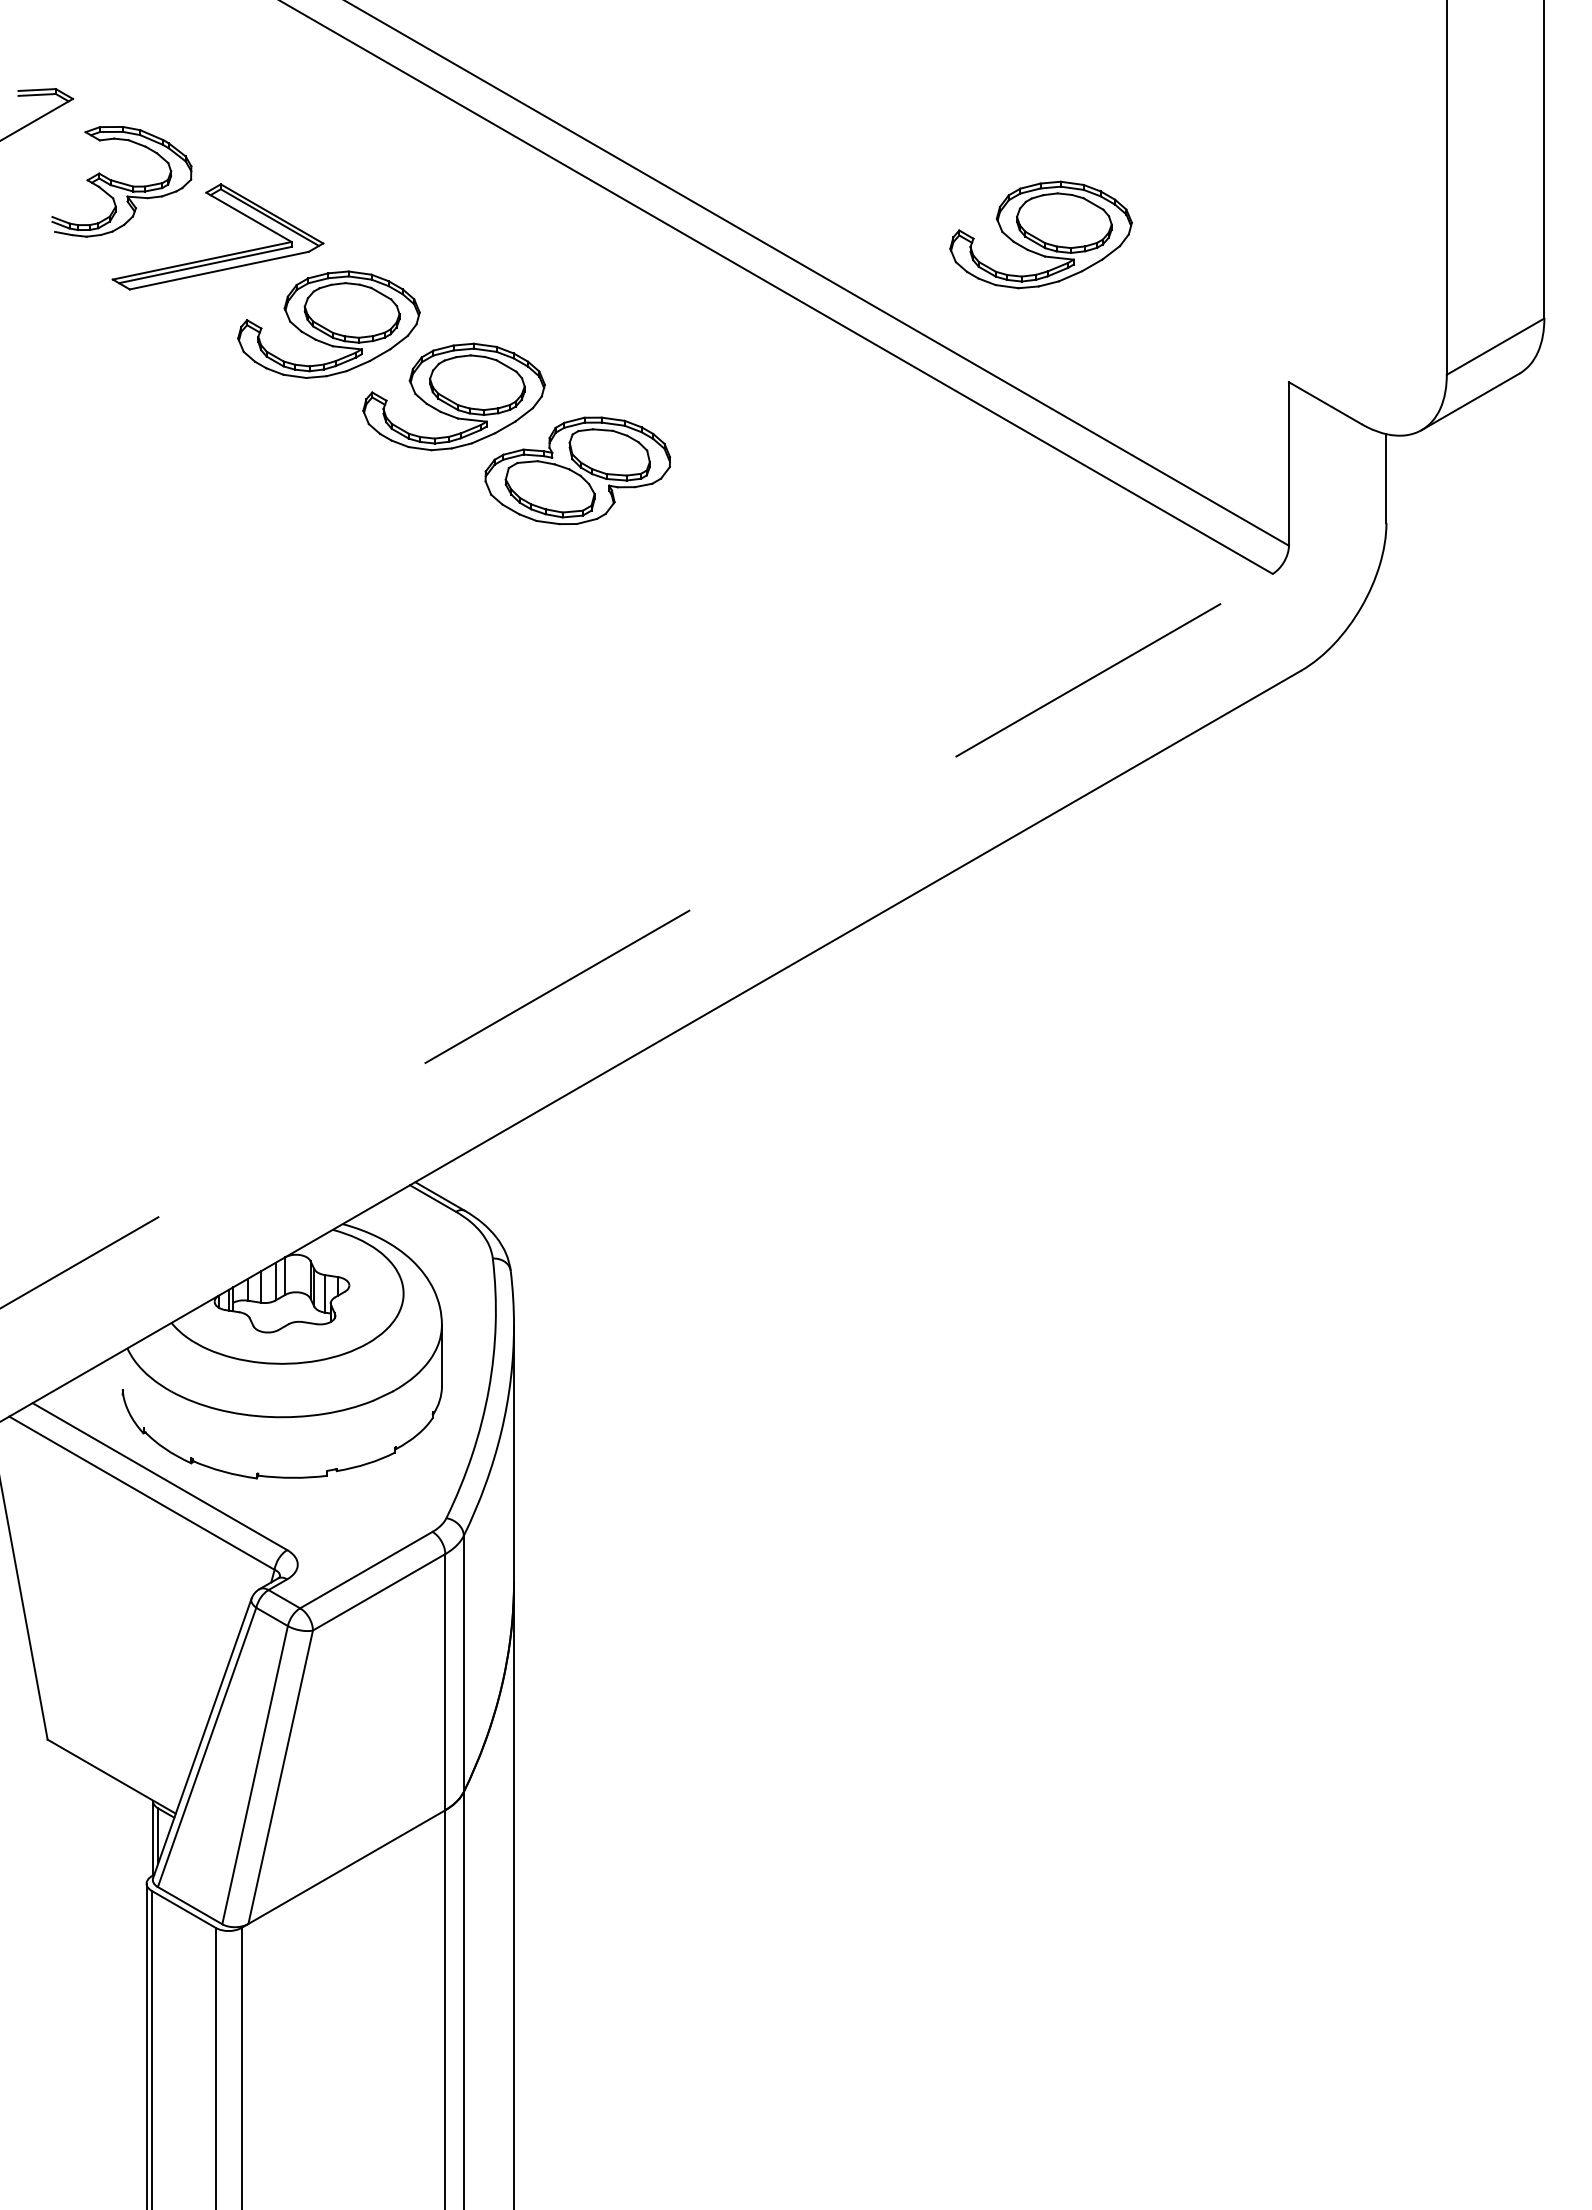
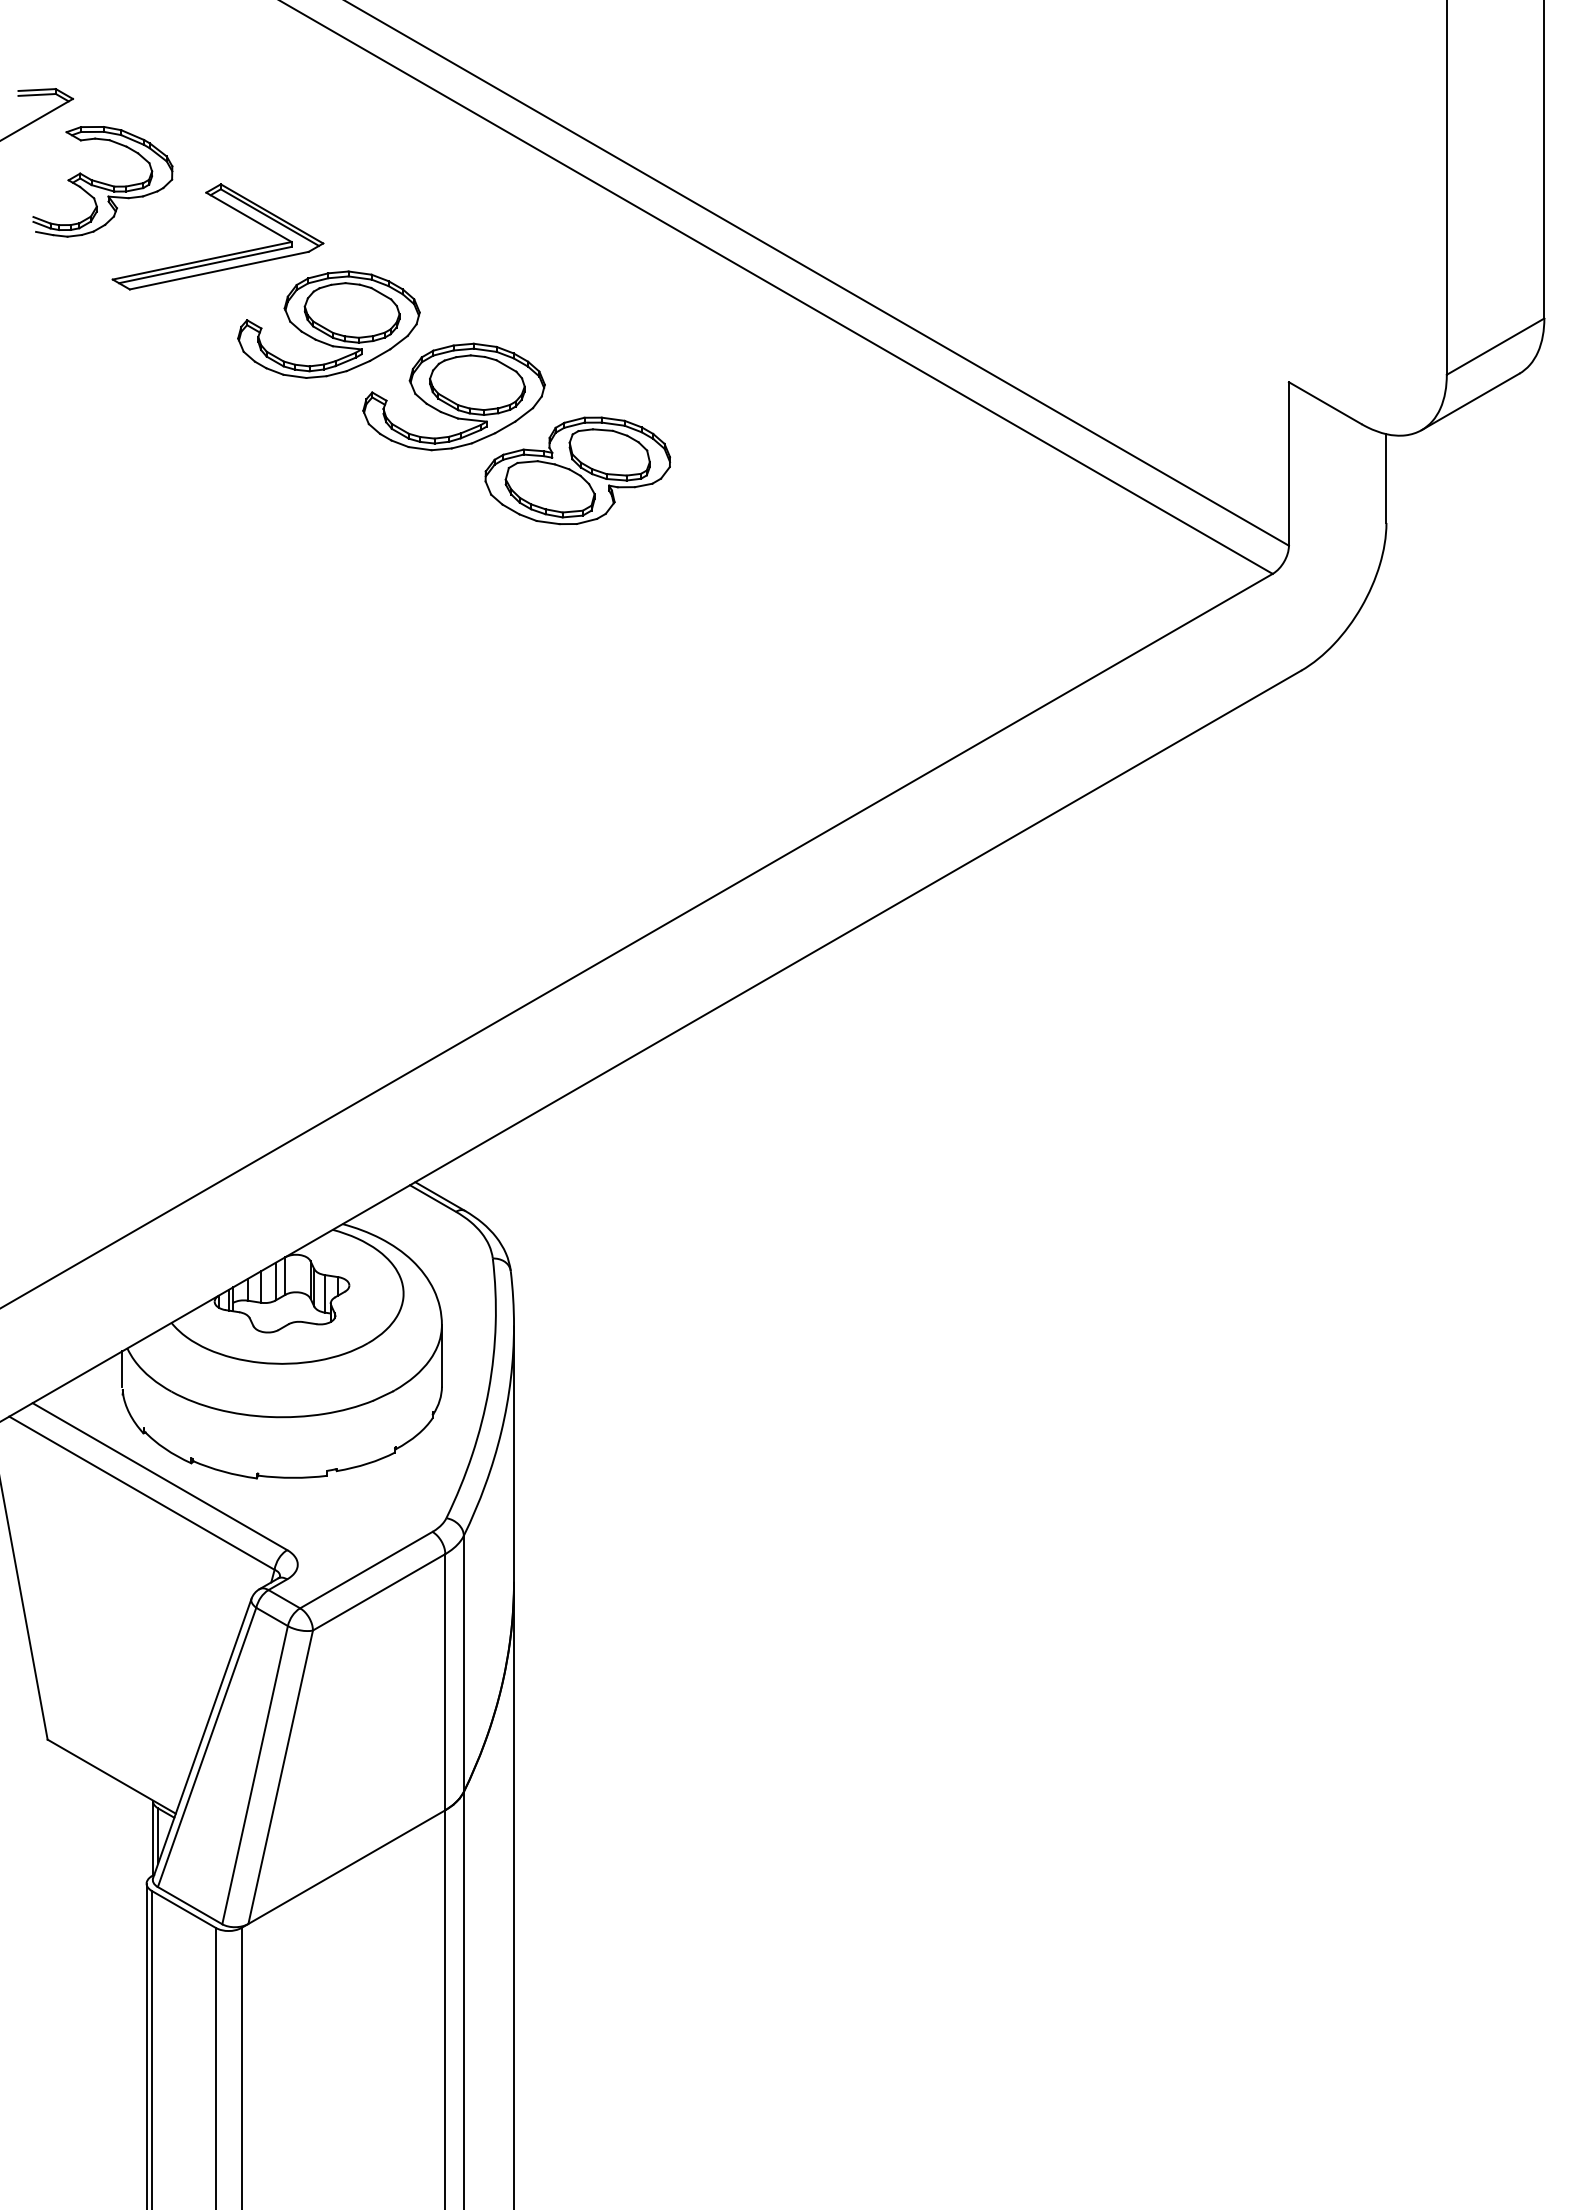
part at (121, 181) position: (121, 181) -> (102, 181)
part at (1040, 234): present -> none
line at (636, 941): dashed -> solid
line at (122, 1368): none -> present
